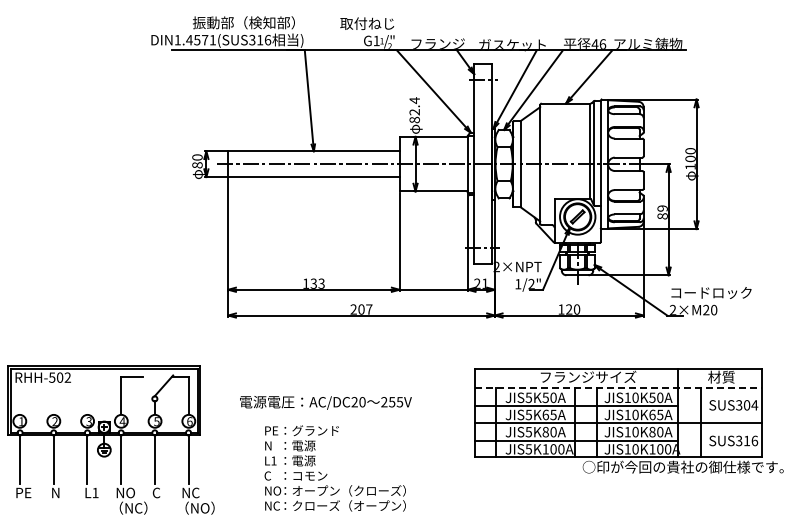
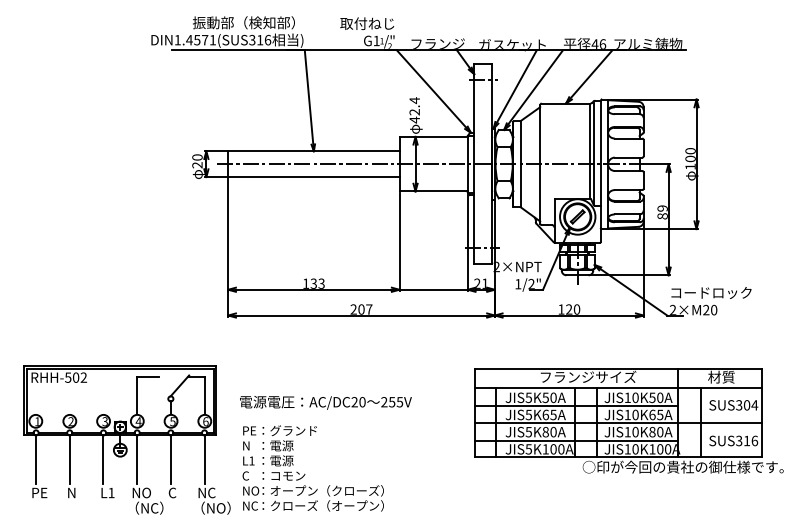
text at (414, 119): 82.4 -> 42.4
text at (197, 165): 80 -> 20
line at (618, 387): dashed -> solid
part at (110, 439) position: (110, 439) -> (126, 439)
text at (334, 468) position: (334, 468) -> (312, 468)
